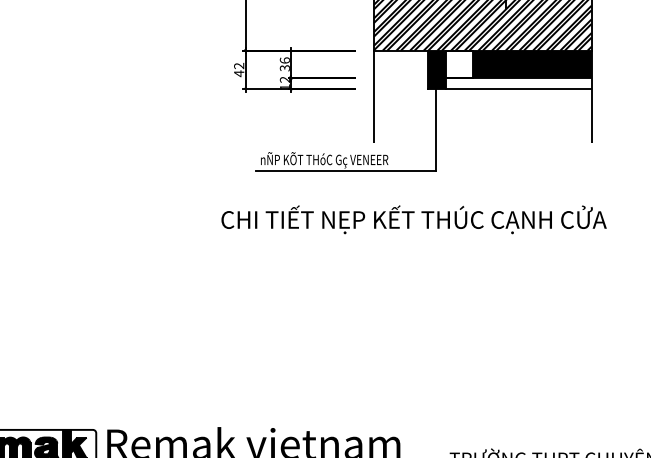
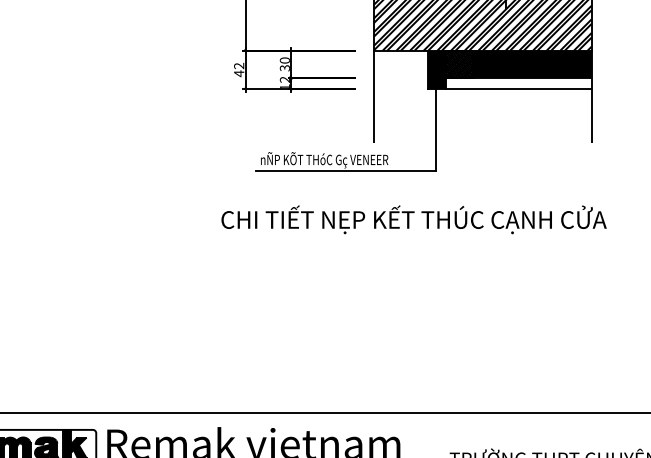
text at (284, 60): 36 -> 30
hatch at (459, 64): none -> present
line at (324, 413): none -> present
